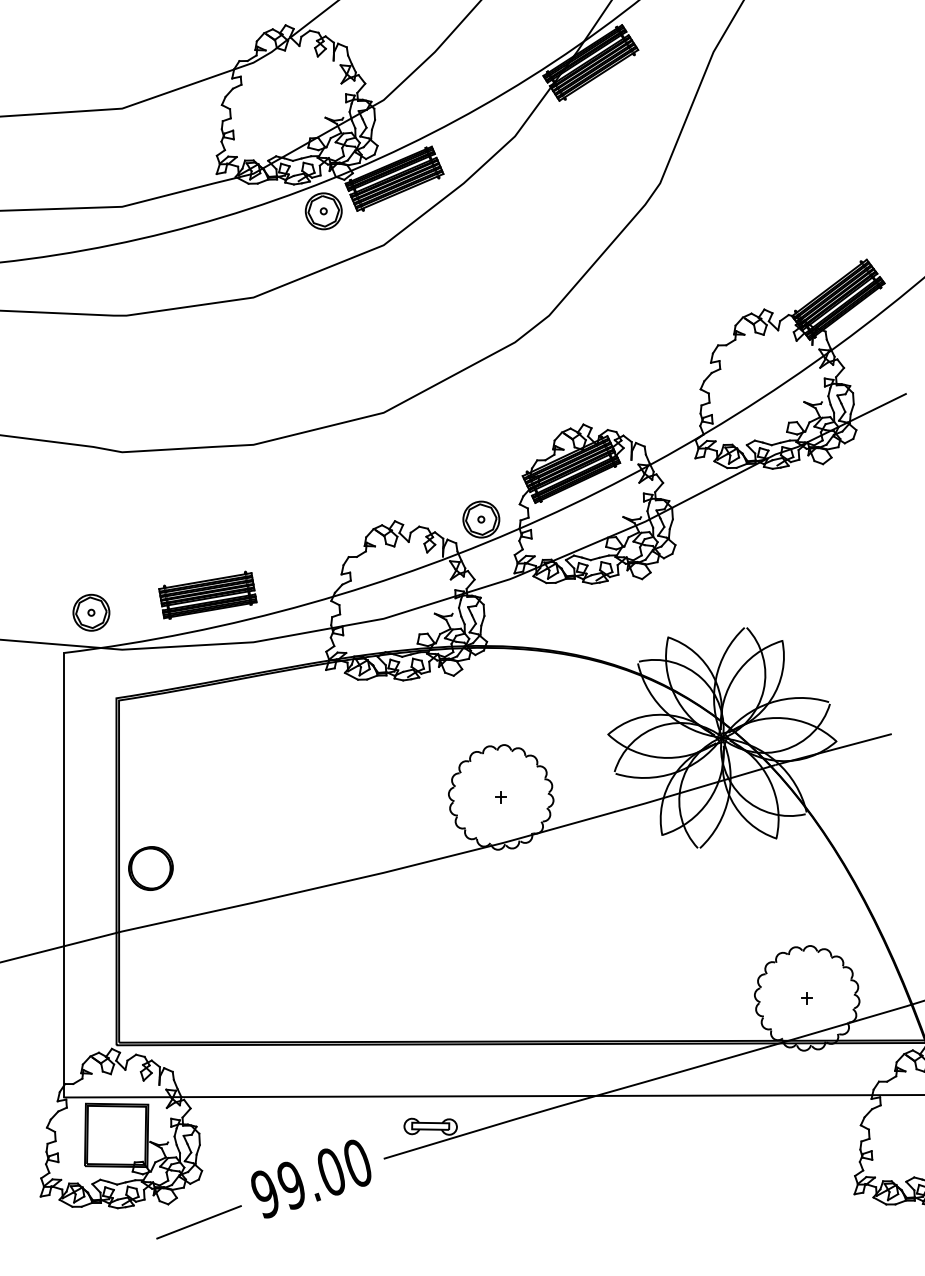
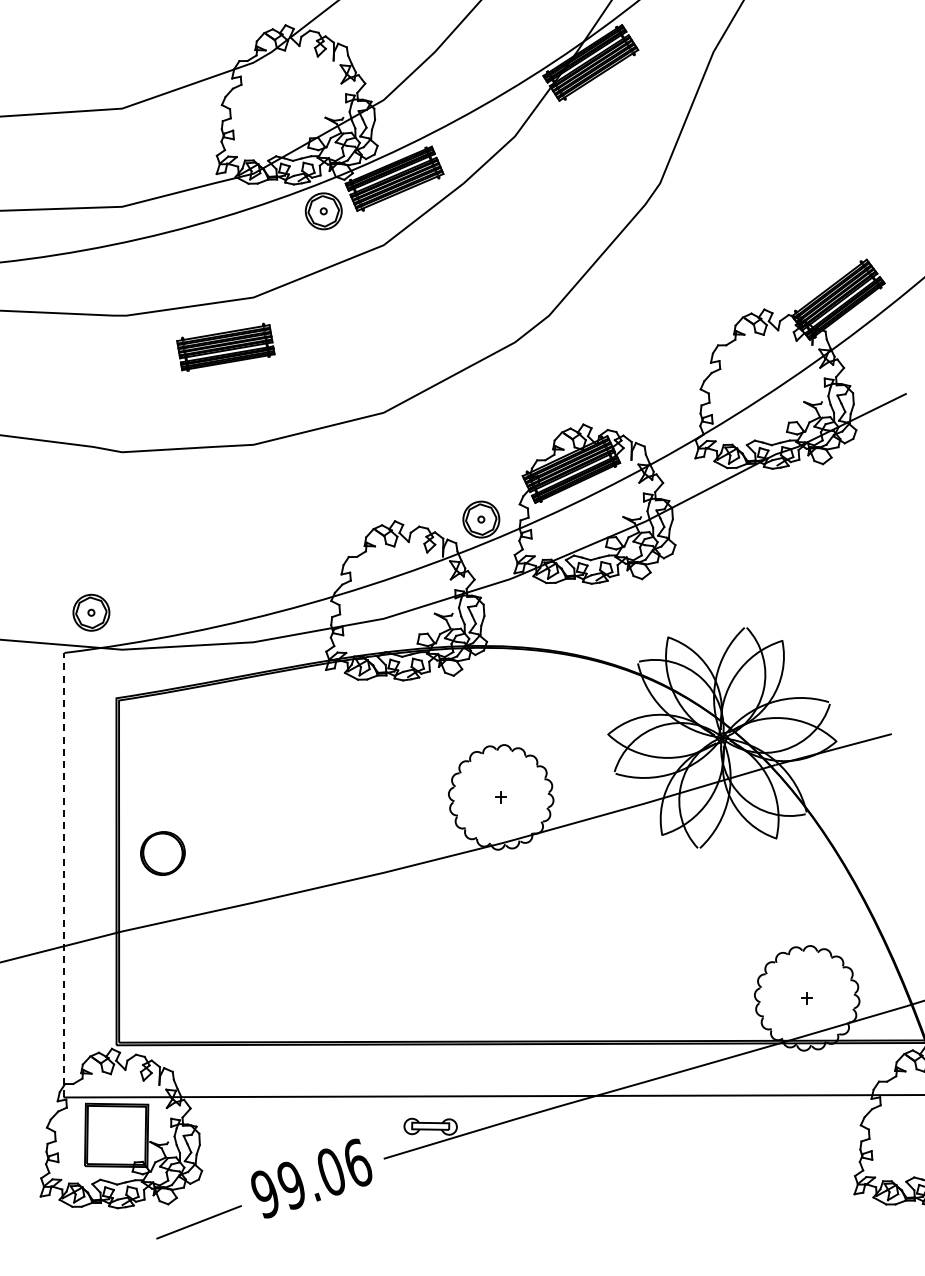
part at (207, 594) position: (207, 594) -> (225, 346)
part at (150, 868) position: (150, 868) -> (162, 853)
line at (64, 874): solid -> dashed
text at (358, 1162): 99.00 -> 99.06
